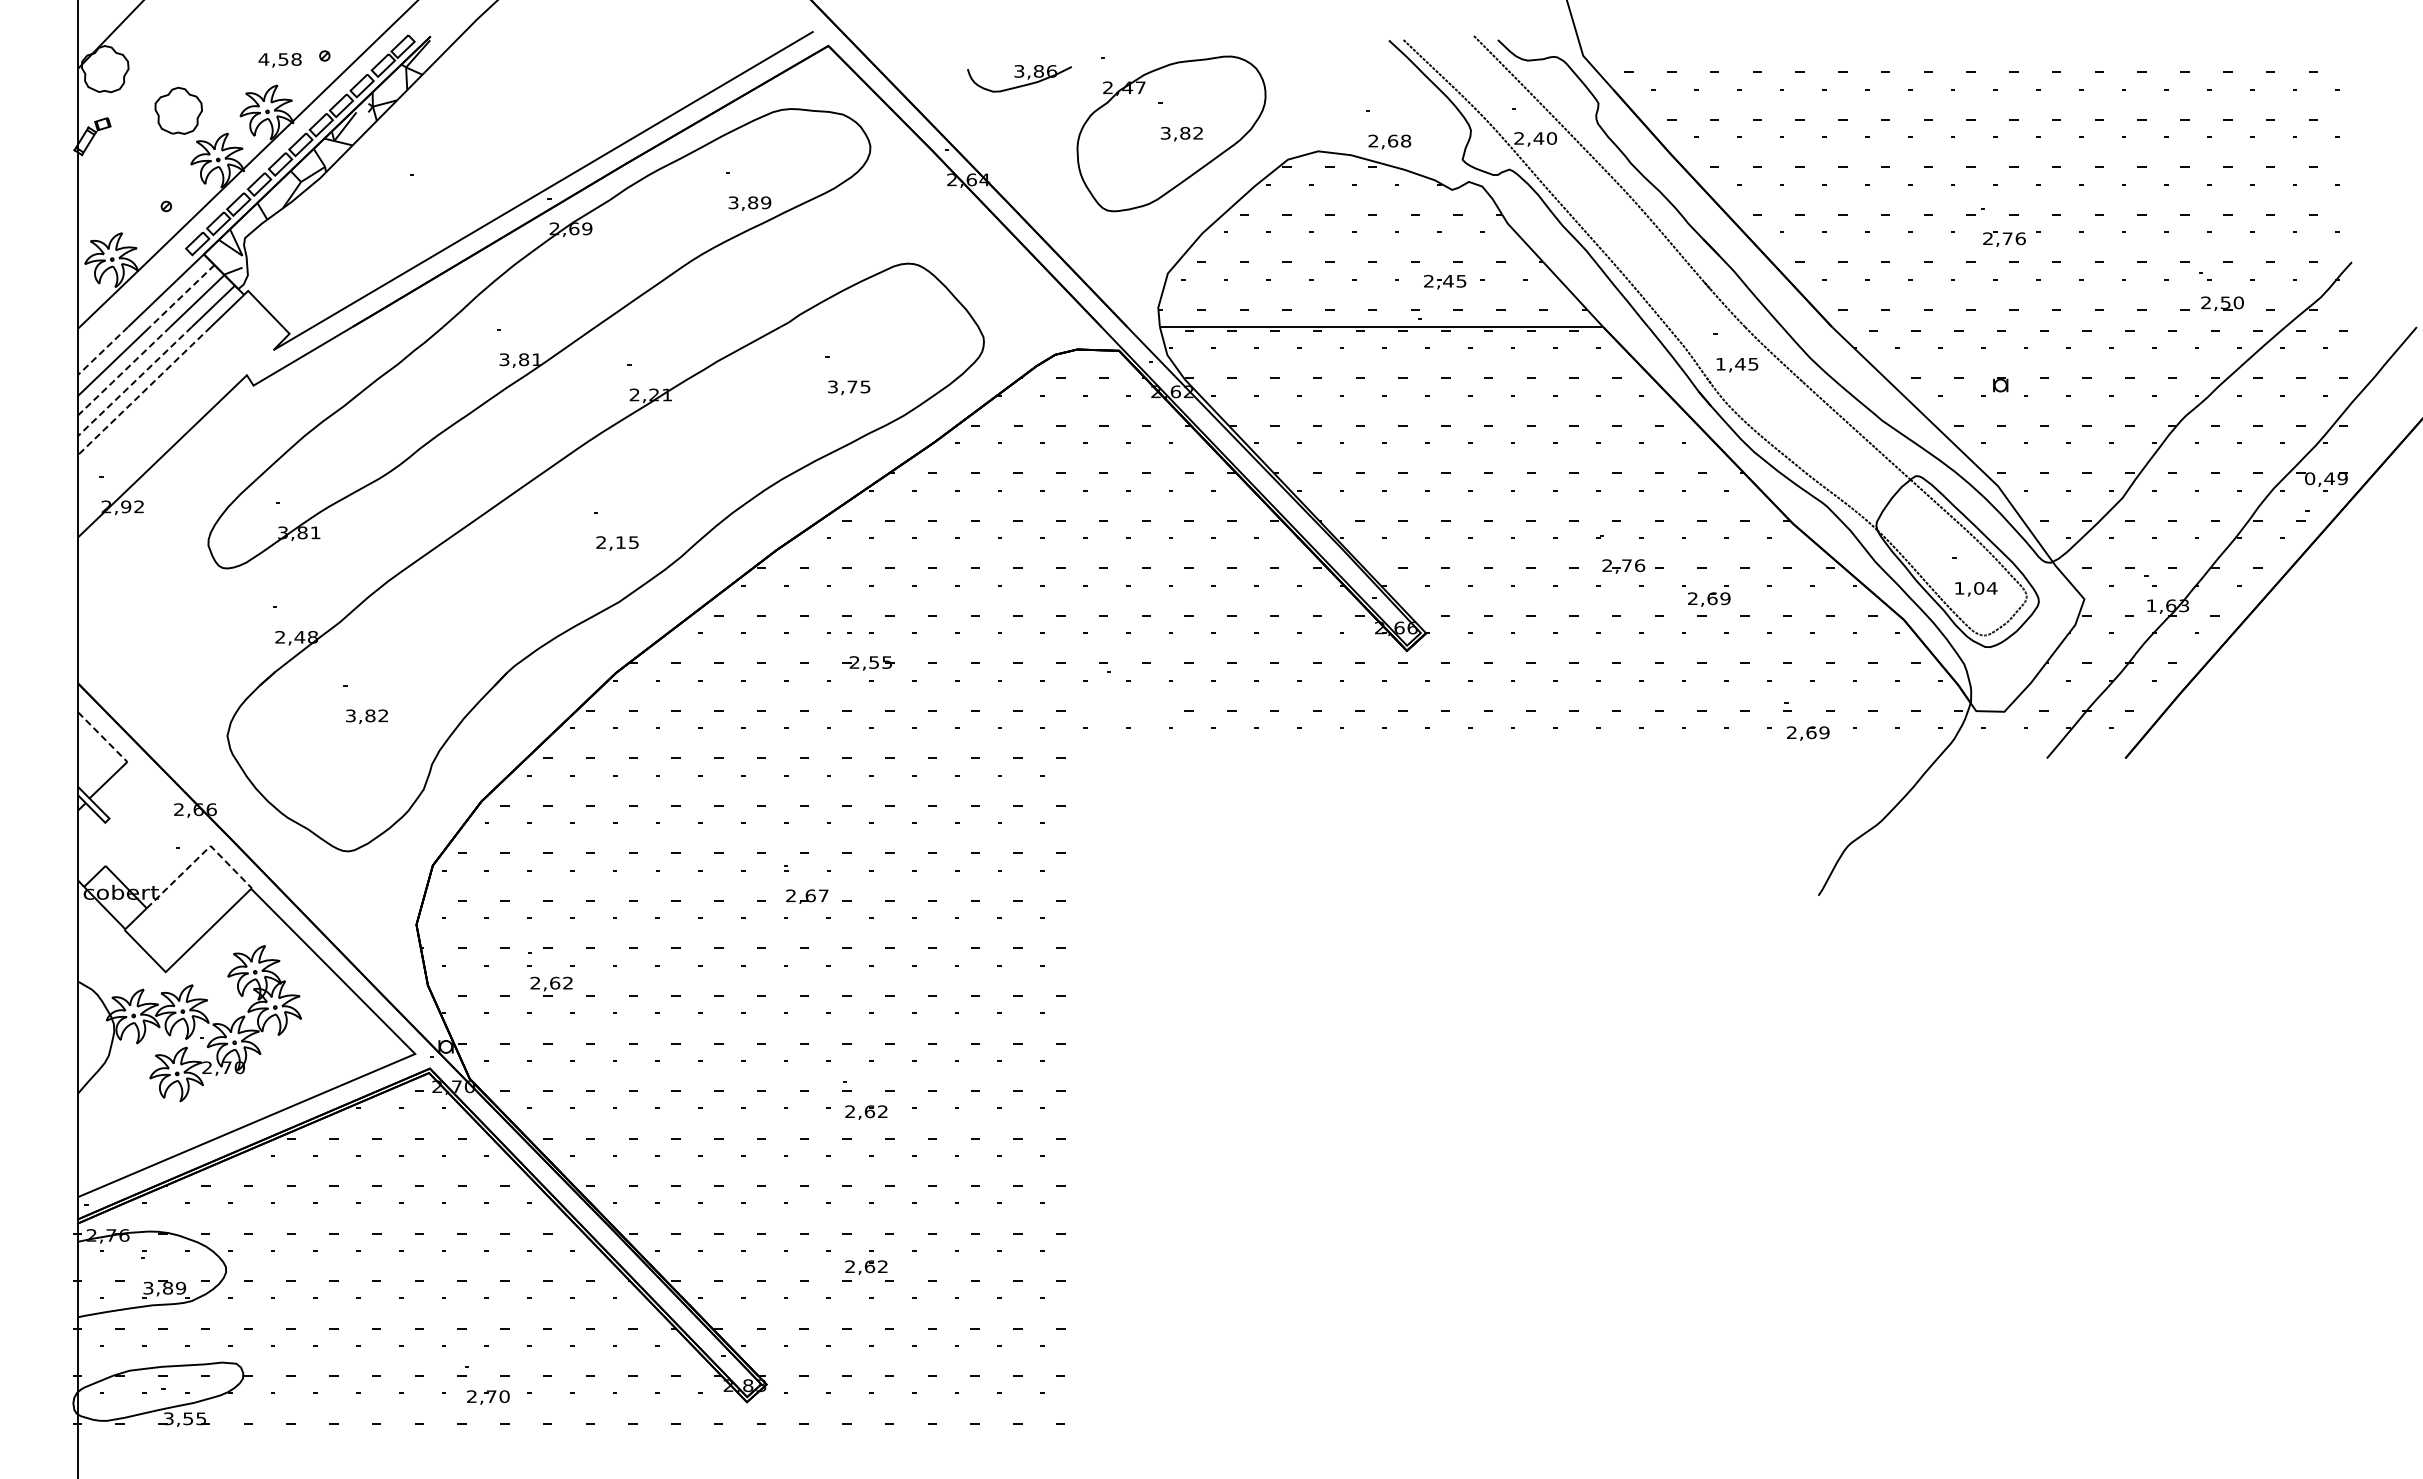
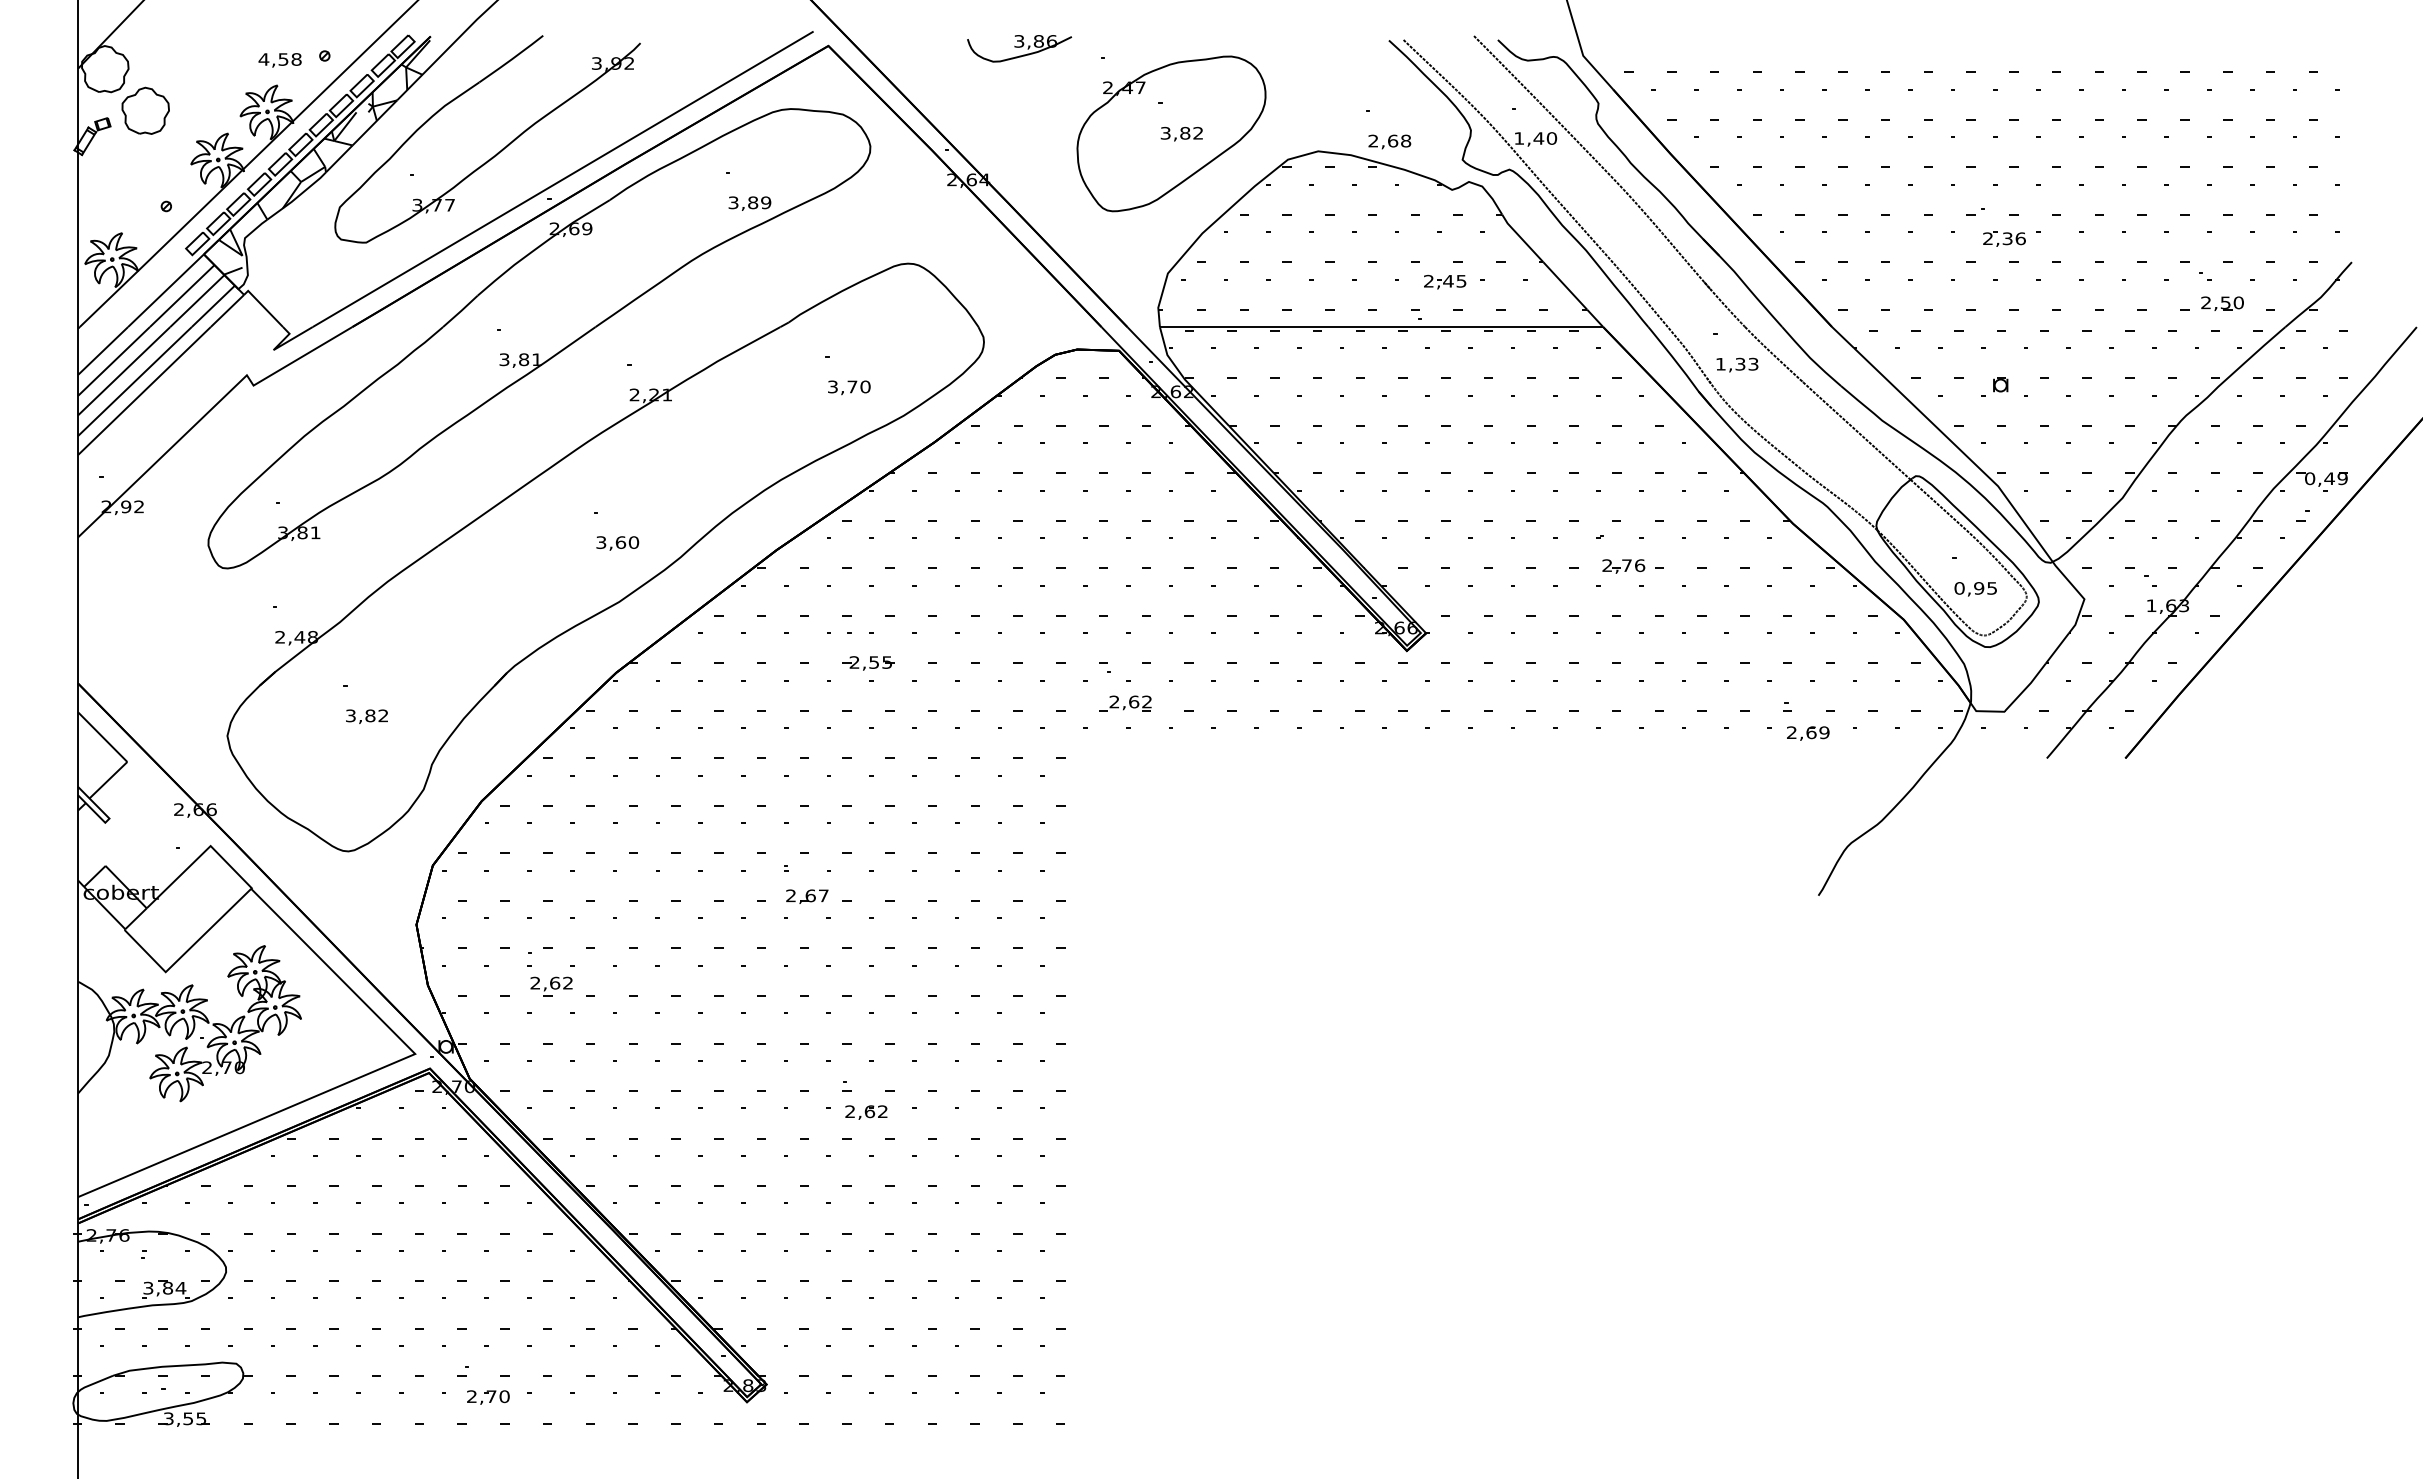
part at (1019, 78) position: (1019, 78) -> (1019, 48)
part at (178, 110) position: (178, 110) -> (145, 110)
text at (1518, 138): 2,40 -> 1,40
part at (497, 152): none -> present
text at (2007, 238): 2,76 -> 2,36
line at (182, 296): dashed -> solid
line at (103, 351): dashed -> solid
text at (1746, 363): 1,45 -> 1,33
line at (124, 371): dashed -> solid
line at (134, 381): dashed -> solid
text at (865, 386): 3,75 -> 3,70
line at (144, 391): dashed -> solid
text at (617, 542): 2,15 -> 3,60
text at (1975, 588): 1,04 -> 0,95
part at (1709, 599): present -> none
part at (1125, 703): none -> present
line at (103, 737): dashed -> solid
line at (200, 855): dashed -> solid
part at (866, 1267): present -> none
text at (180, 1287): 3,89 -> 3,84
